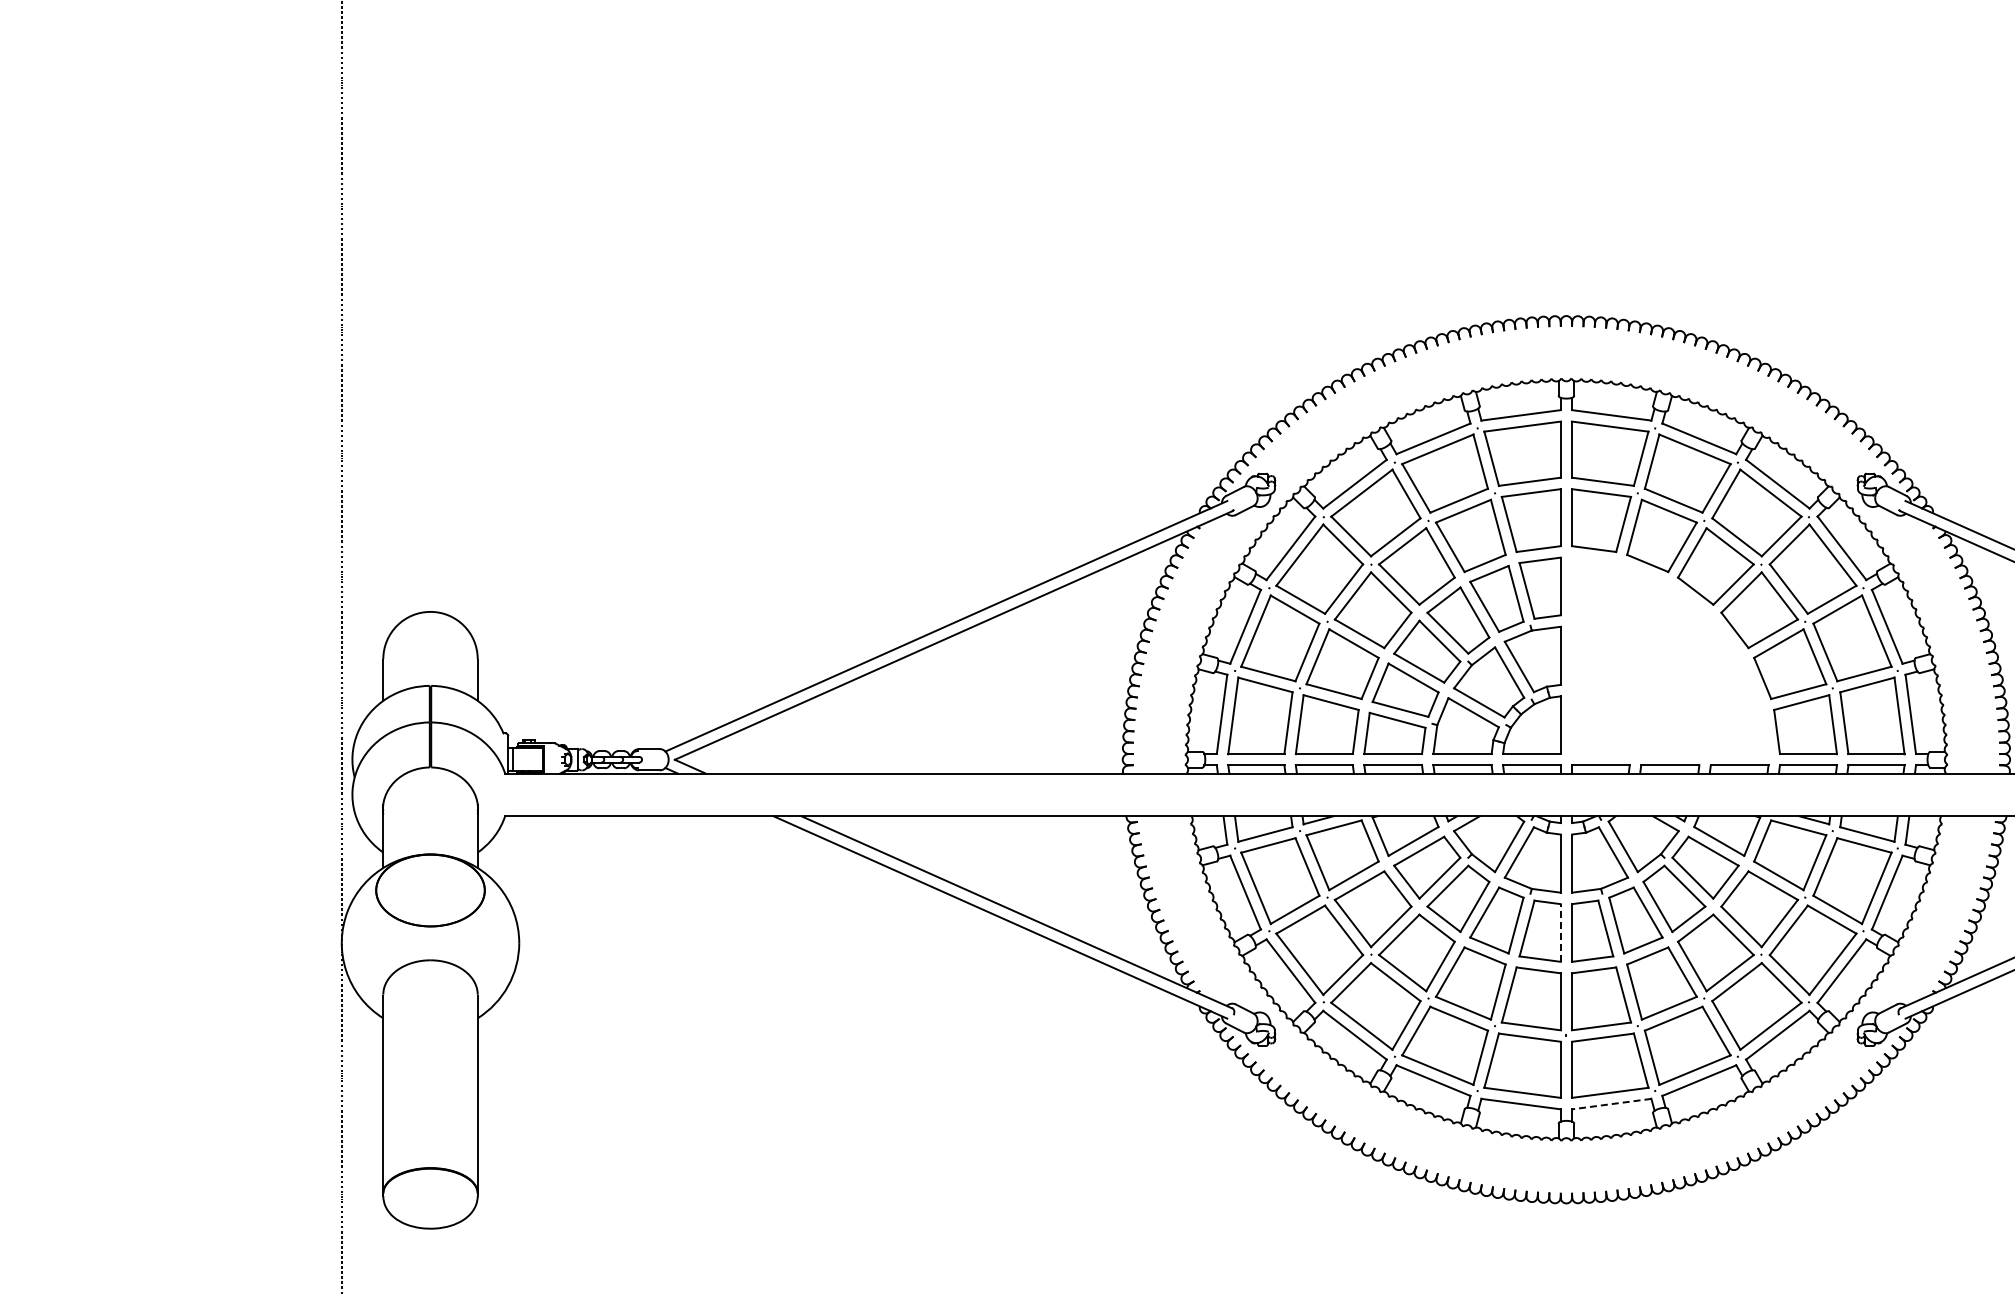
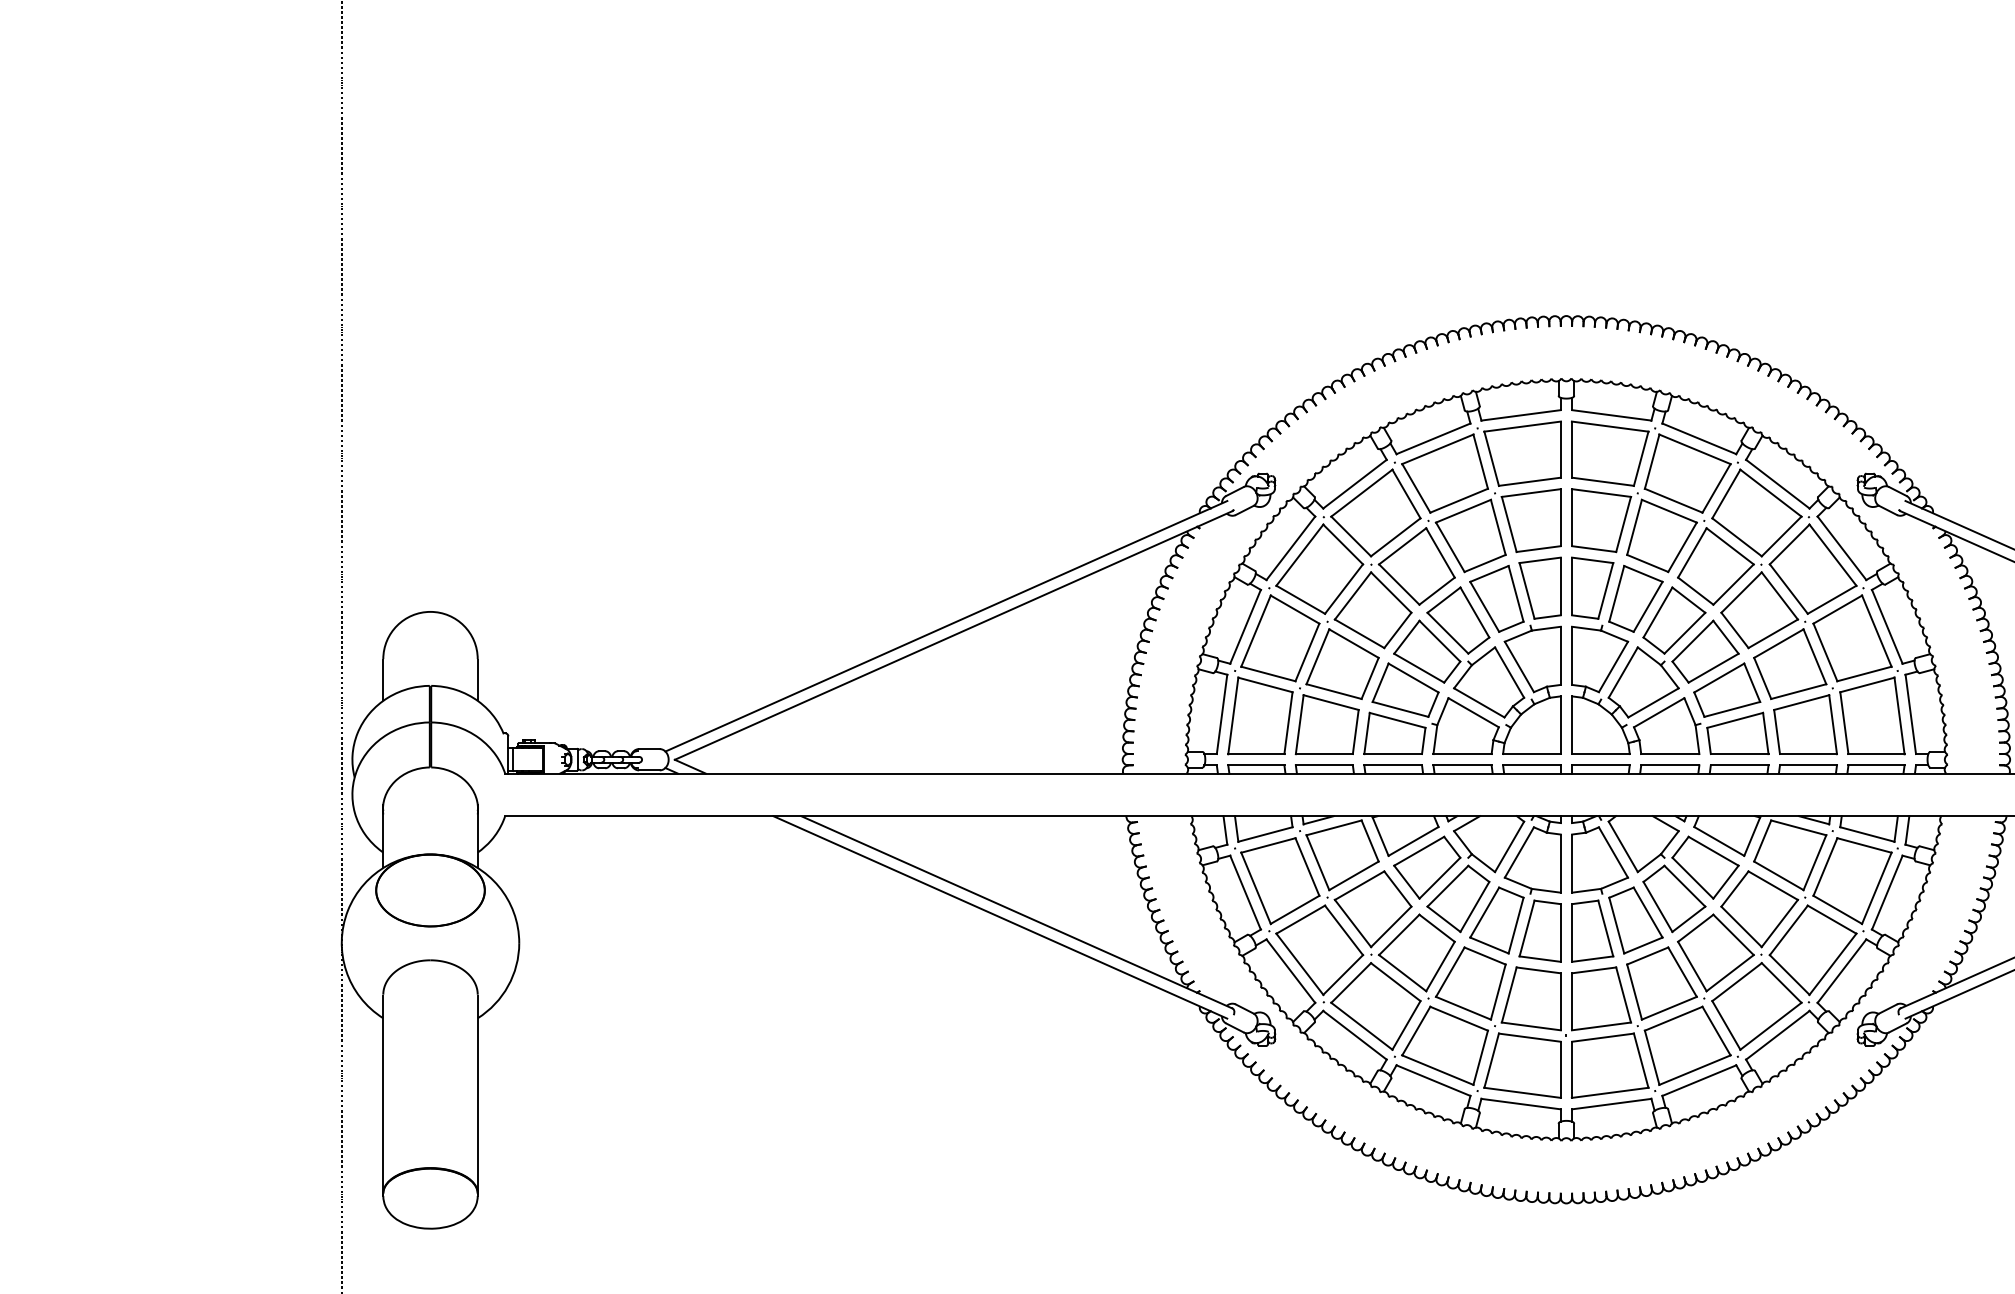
part at (1670, 655): none -> present
line at (1560, 932): dashed -> solid
line at (1611, 1104): dashed -> solid
